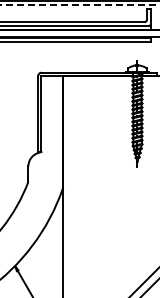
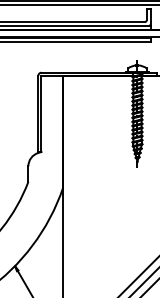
line at (79, 5): dashed -> solid
line at (138, 276): none -> present
